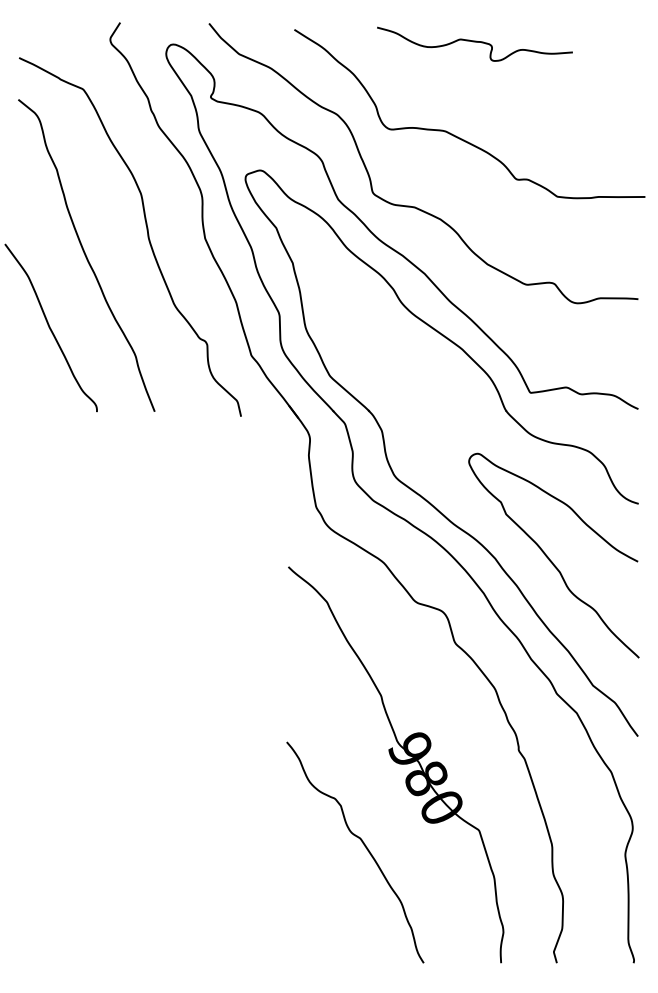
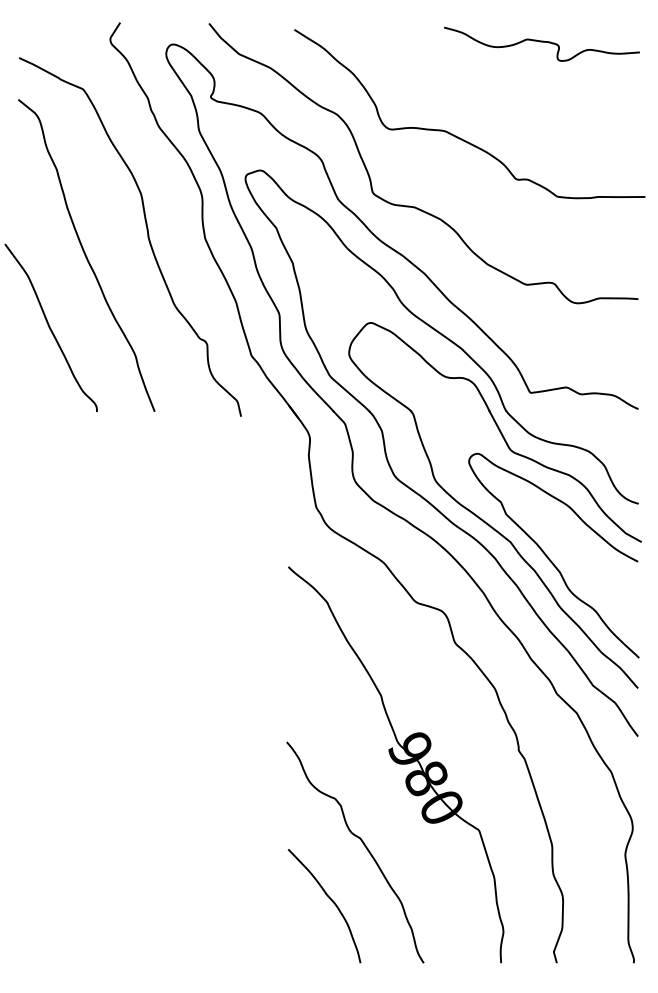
curve at (474, 42) position: (474, 42) -> (541, 42)
part at (483, 519): none -> present
curve at (330, 900): none -> present
